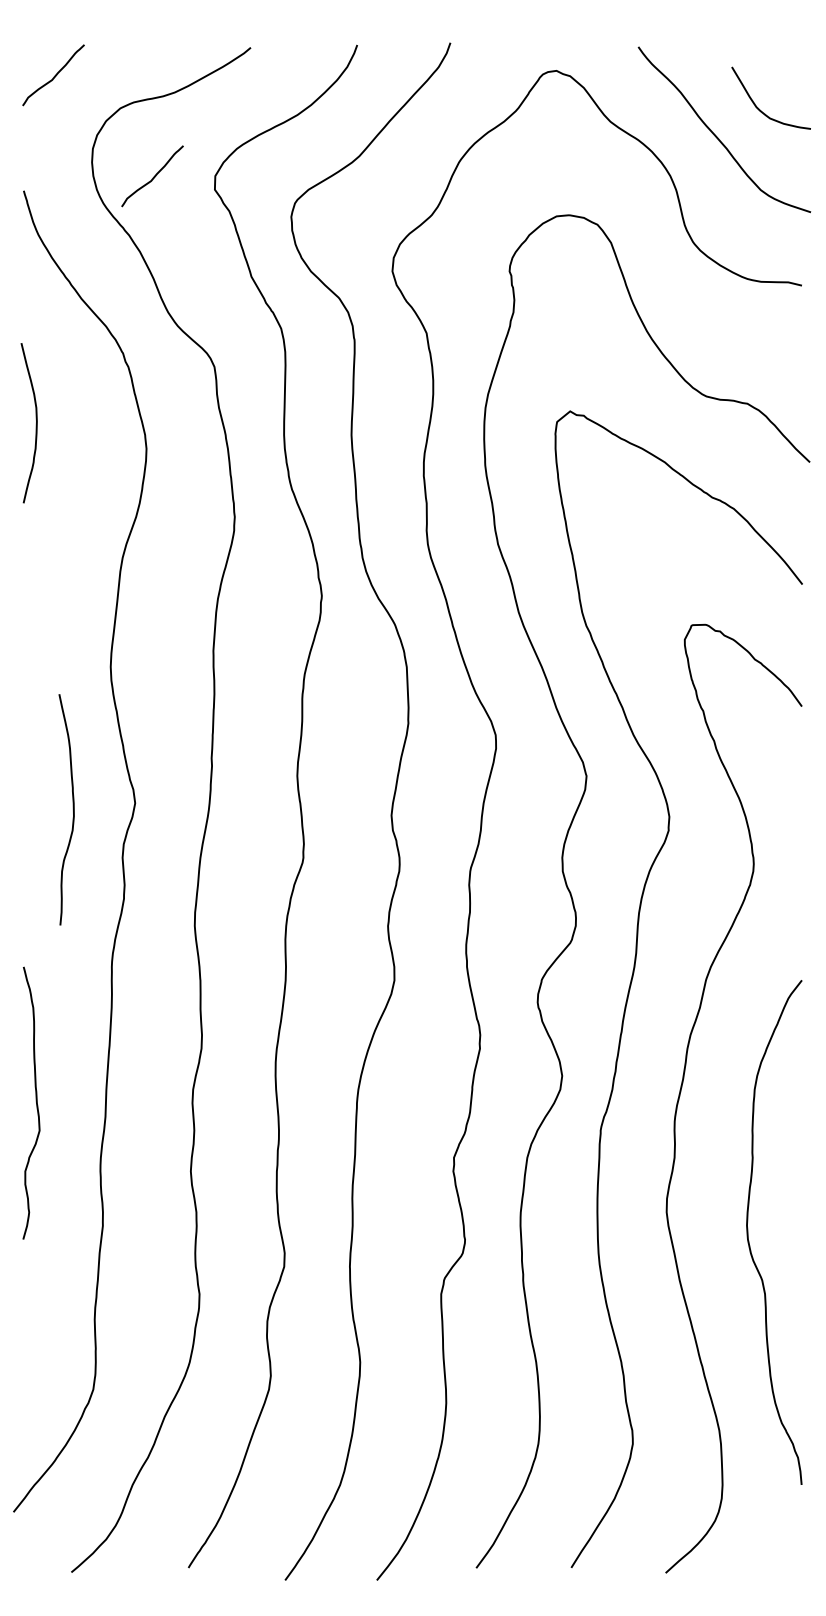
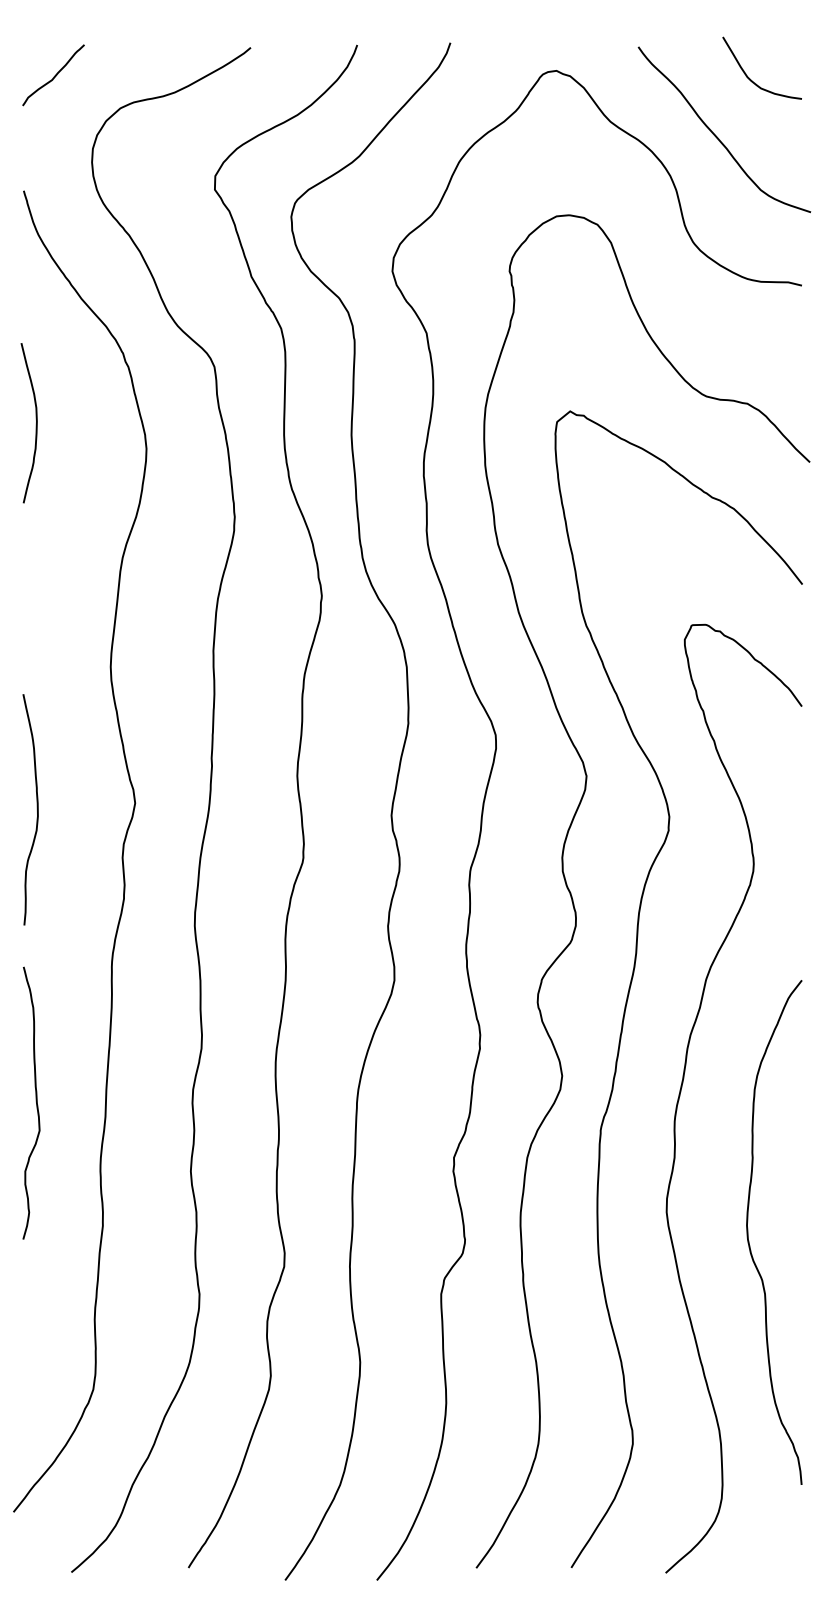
curve at (759, 108) position: (759, 108) -> (750, 78)
curve at (153, 176): present -> none
curve at (72, 809) position: (72, 809) -> (36, 809)
